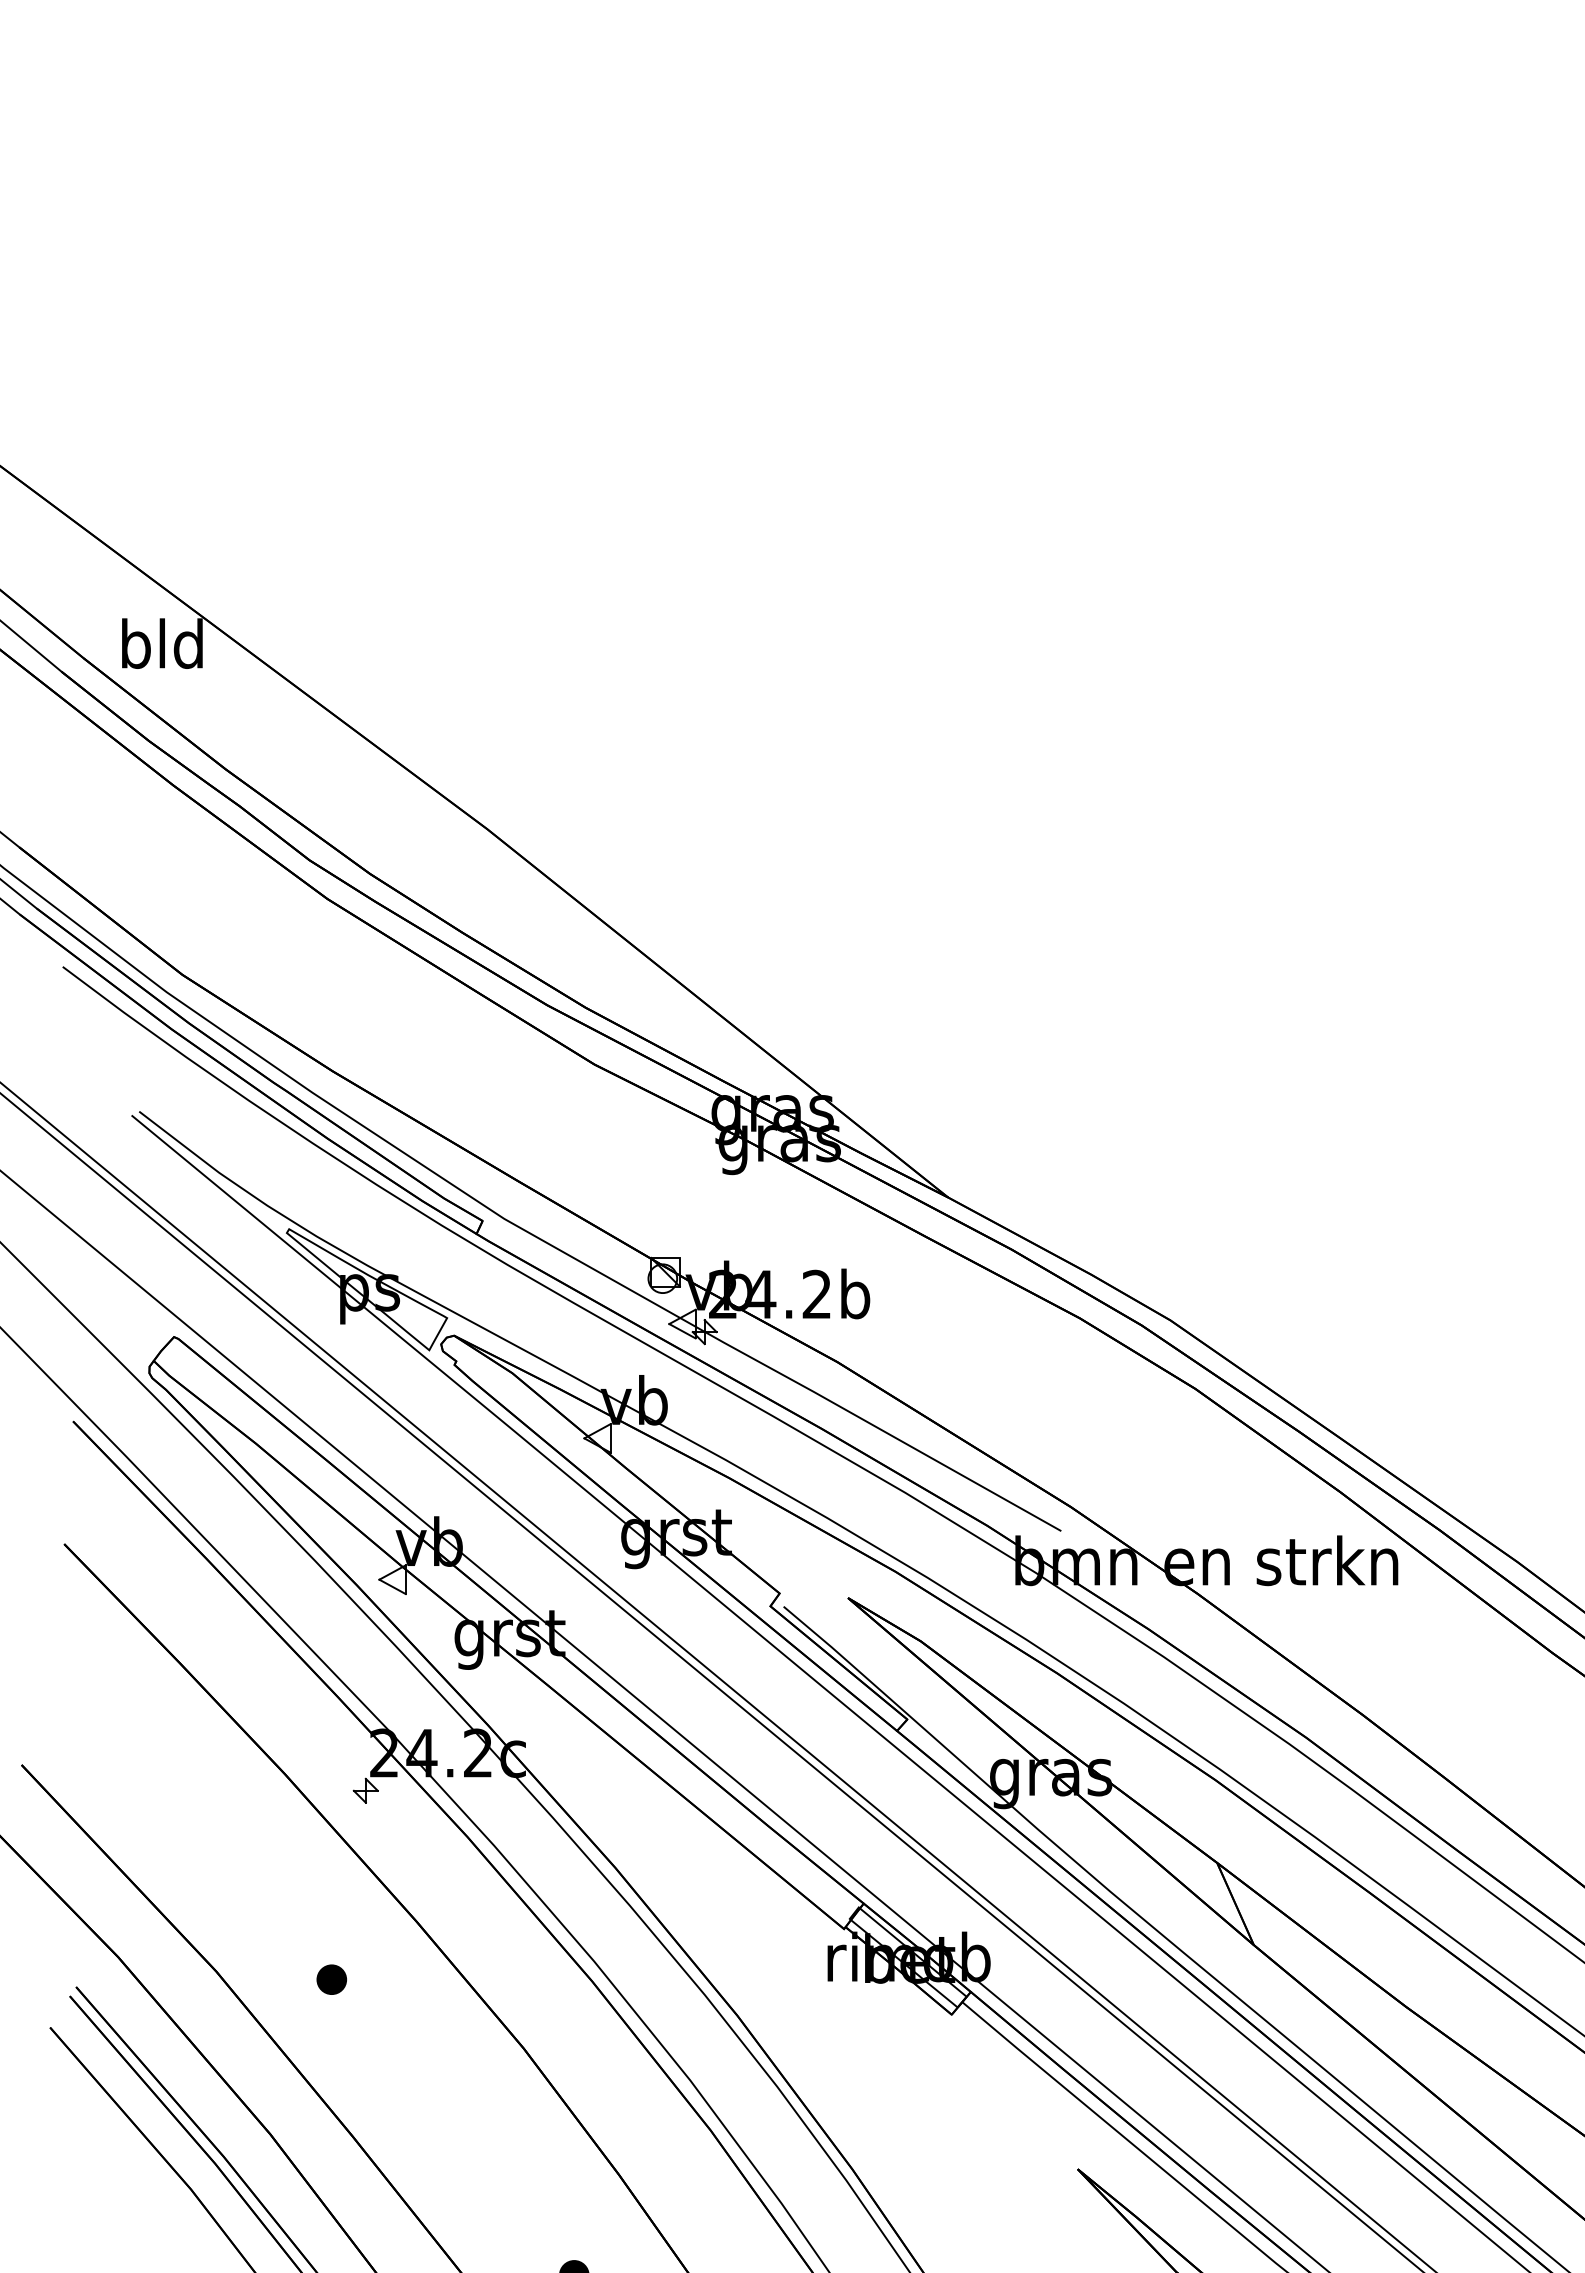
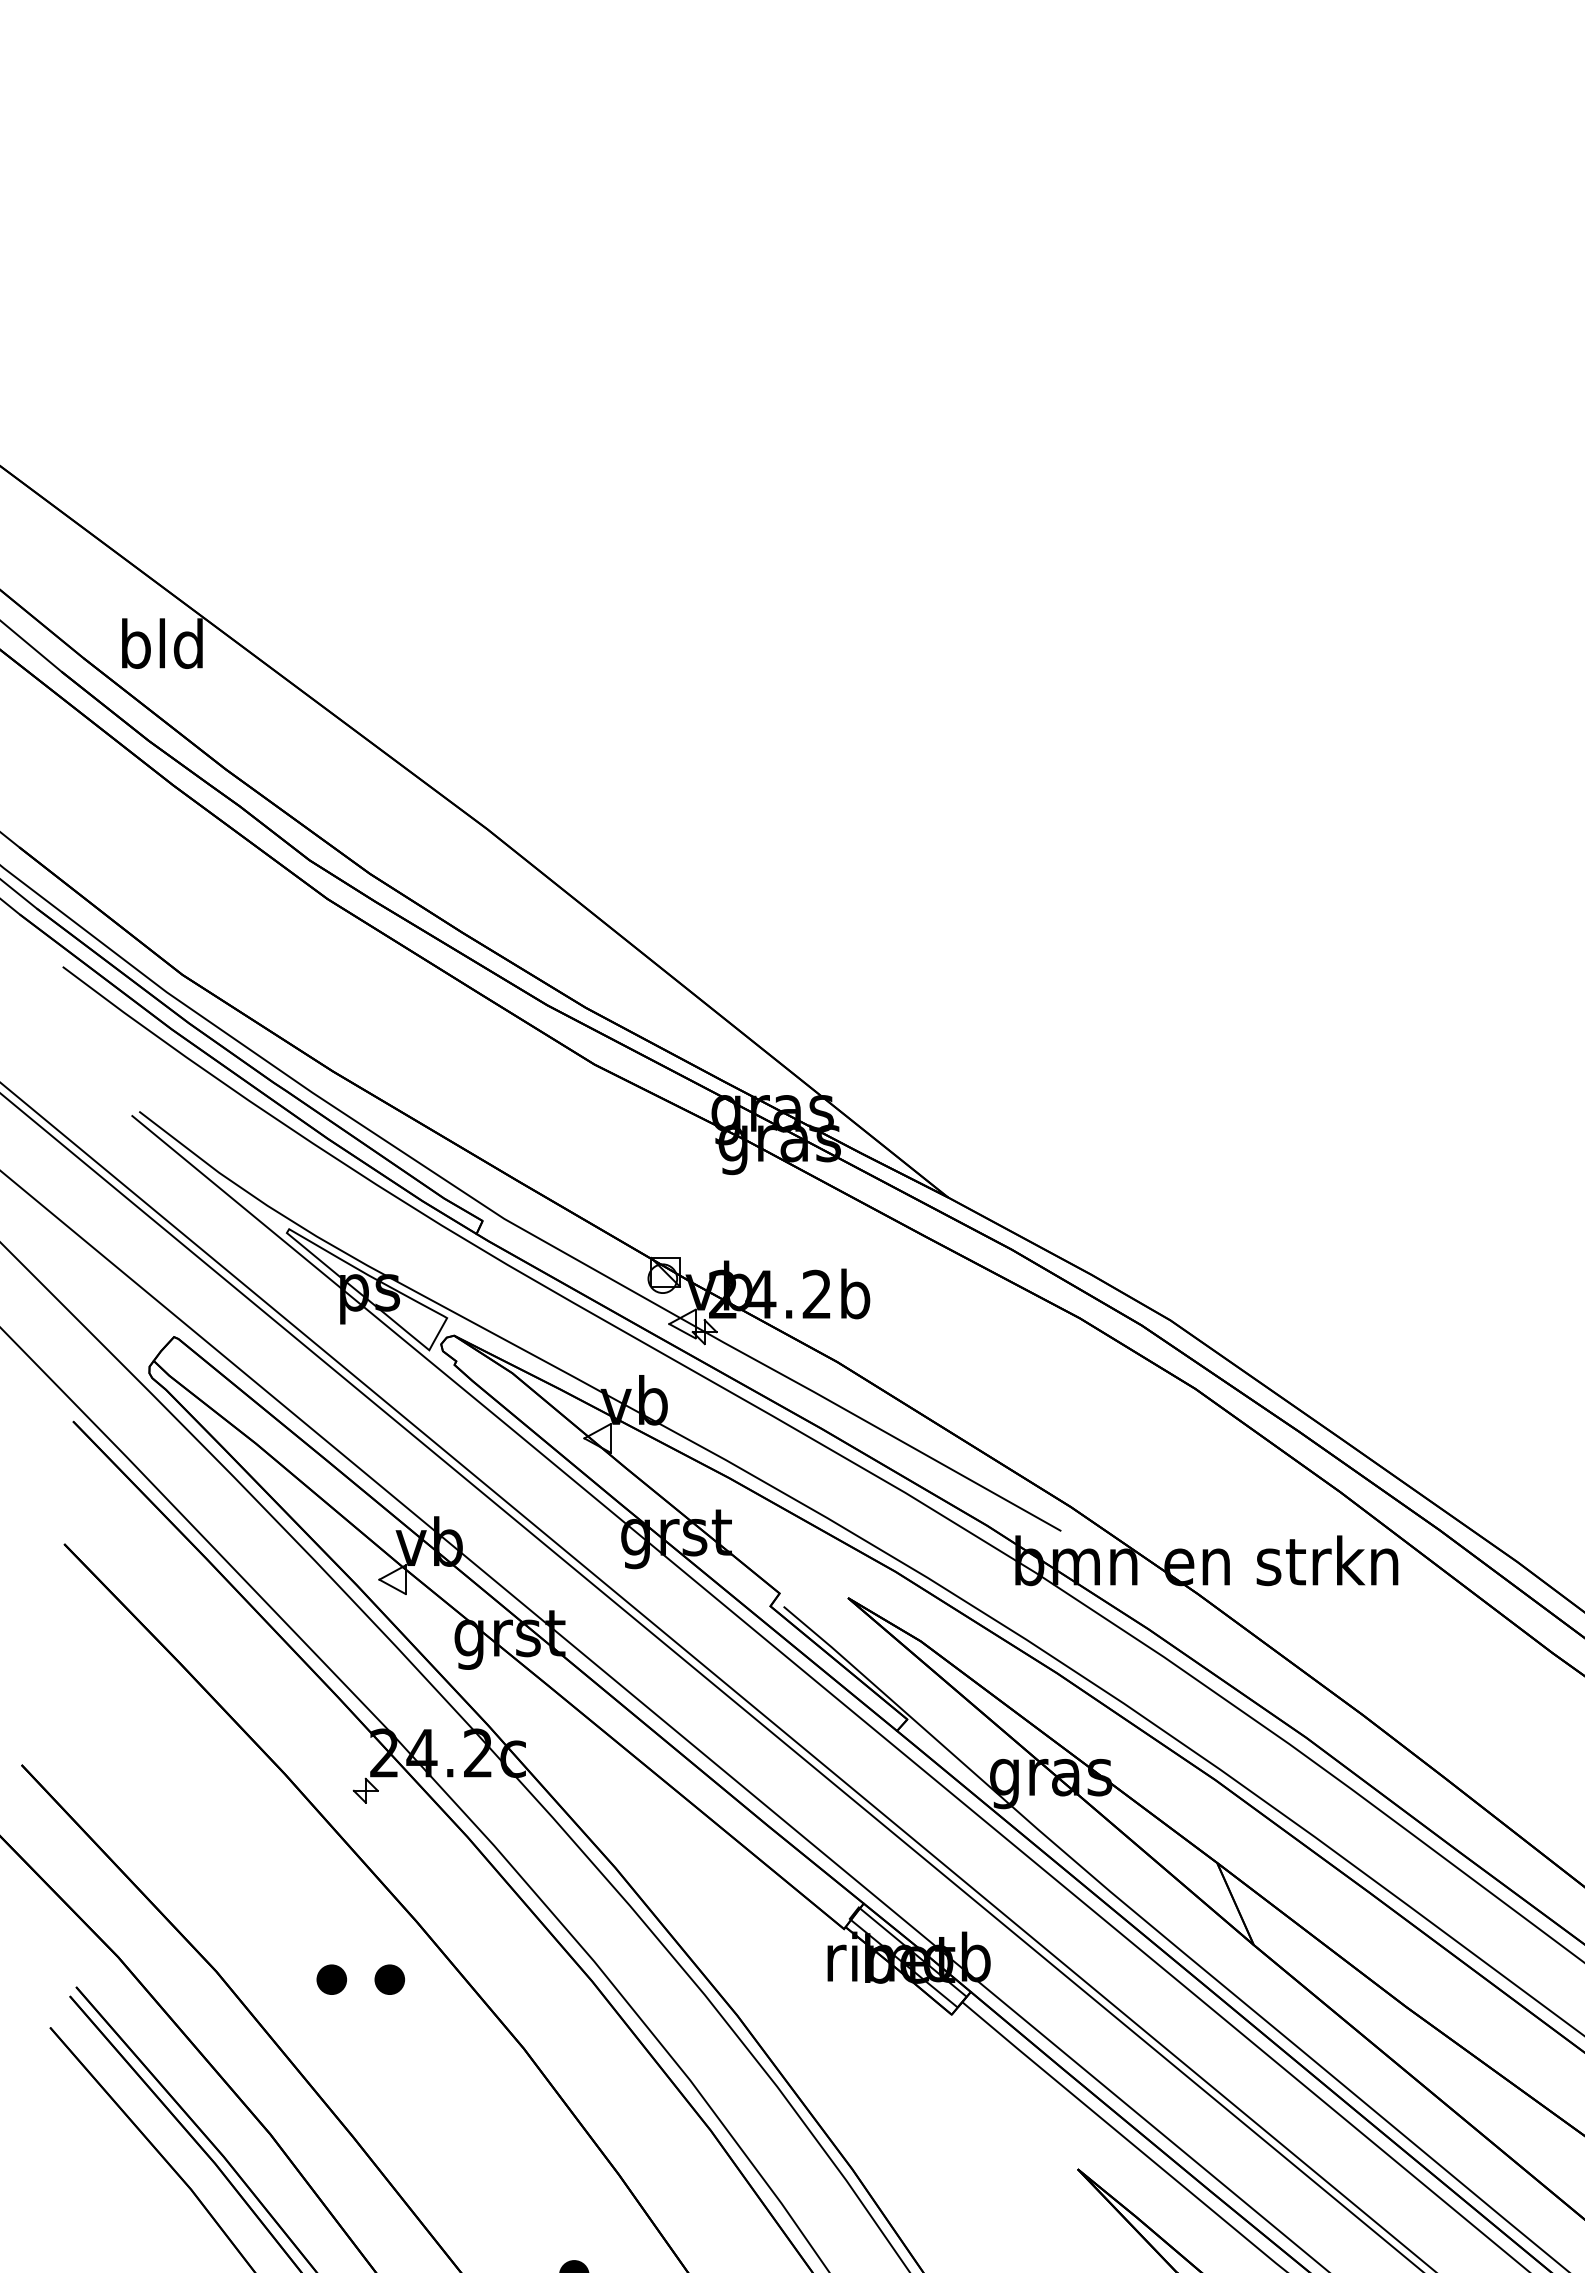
part at (389, 1979): none -> present
